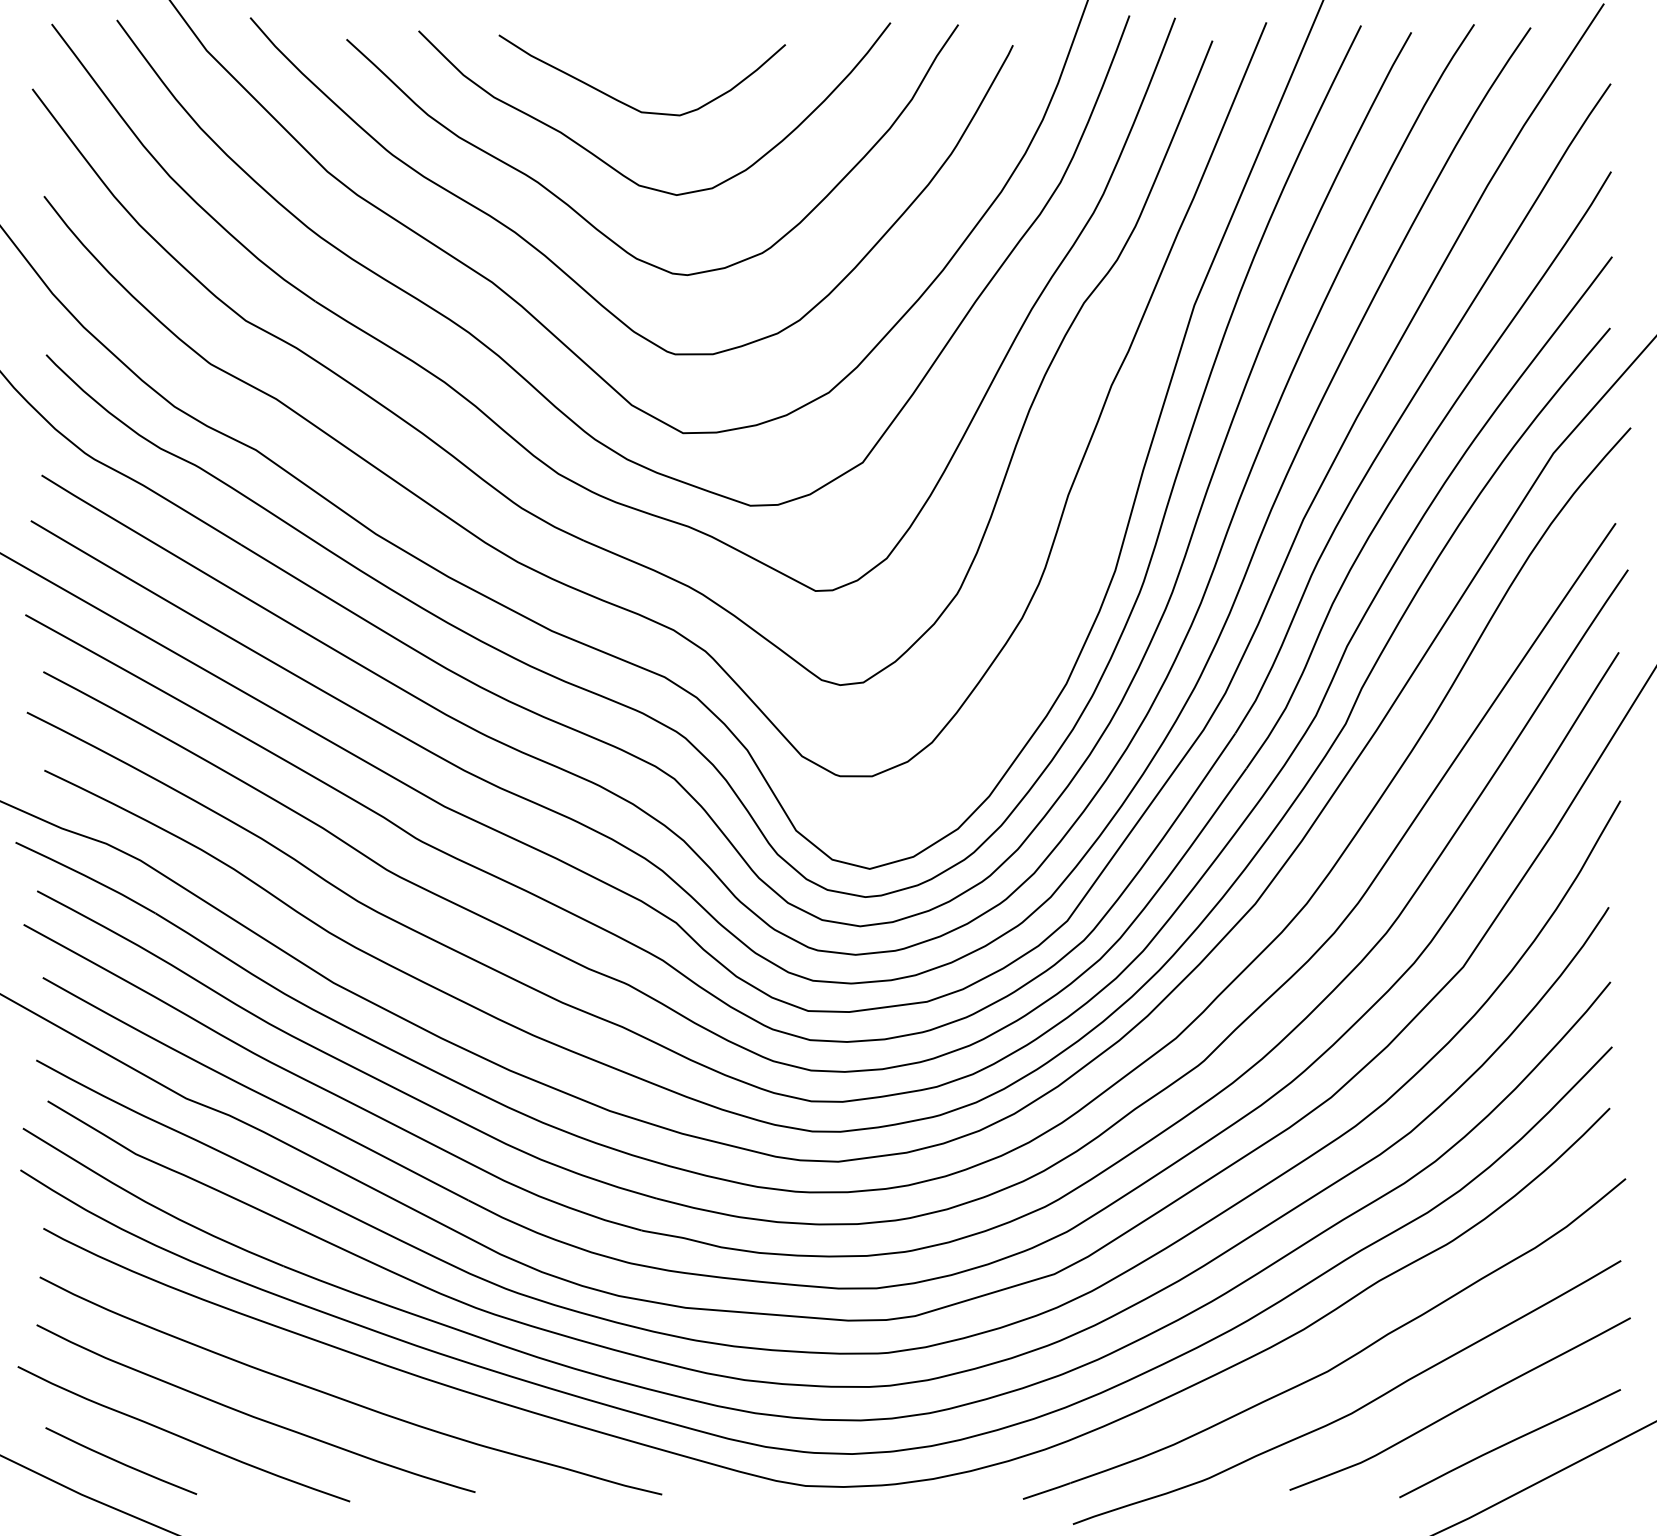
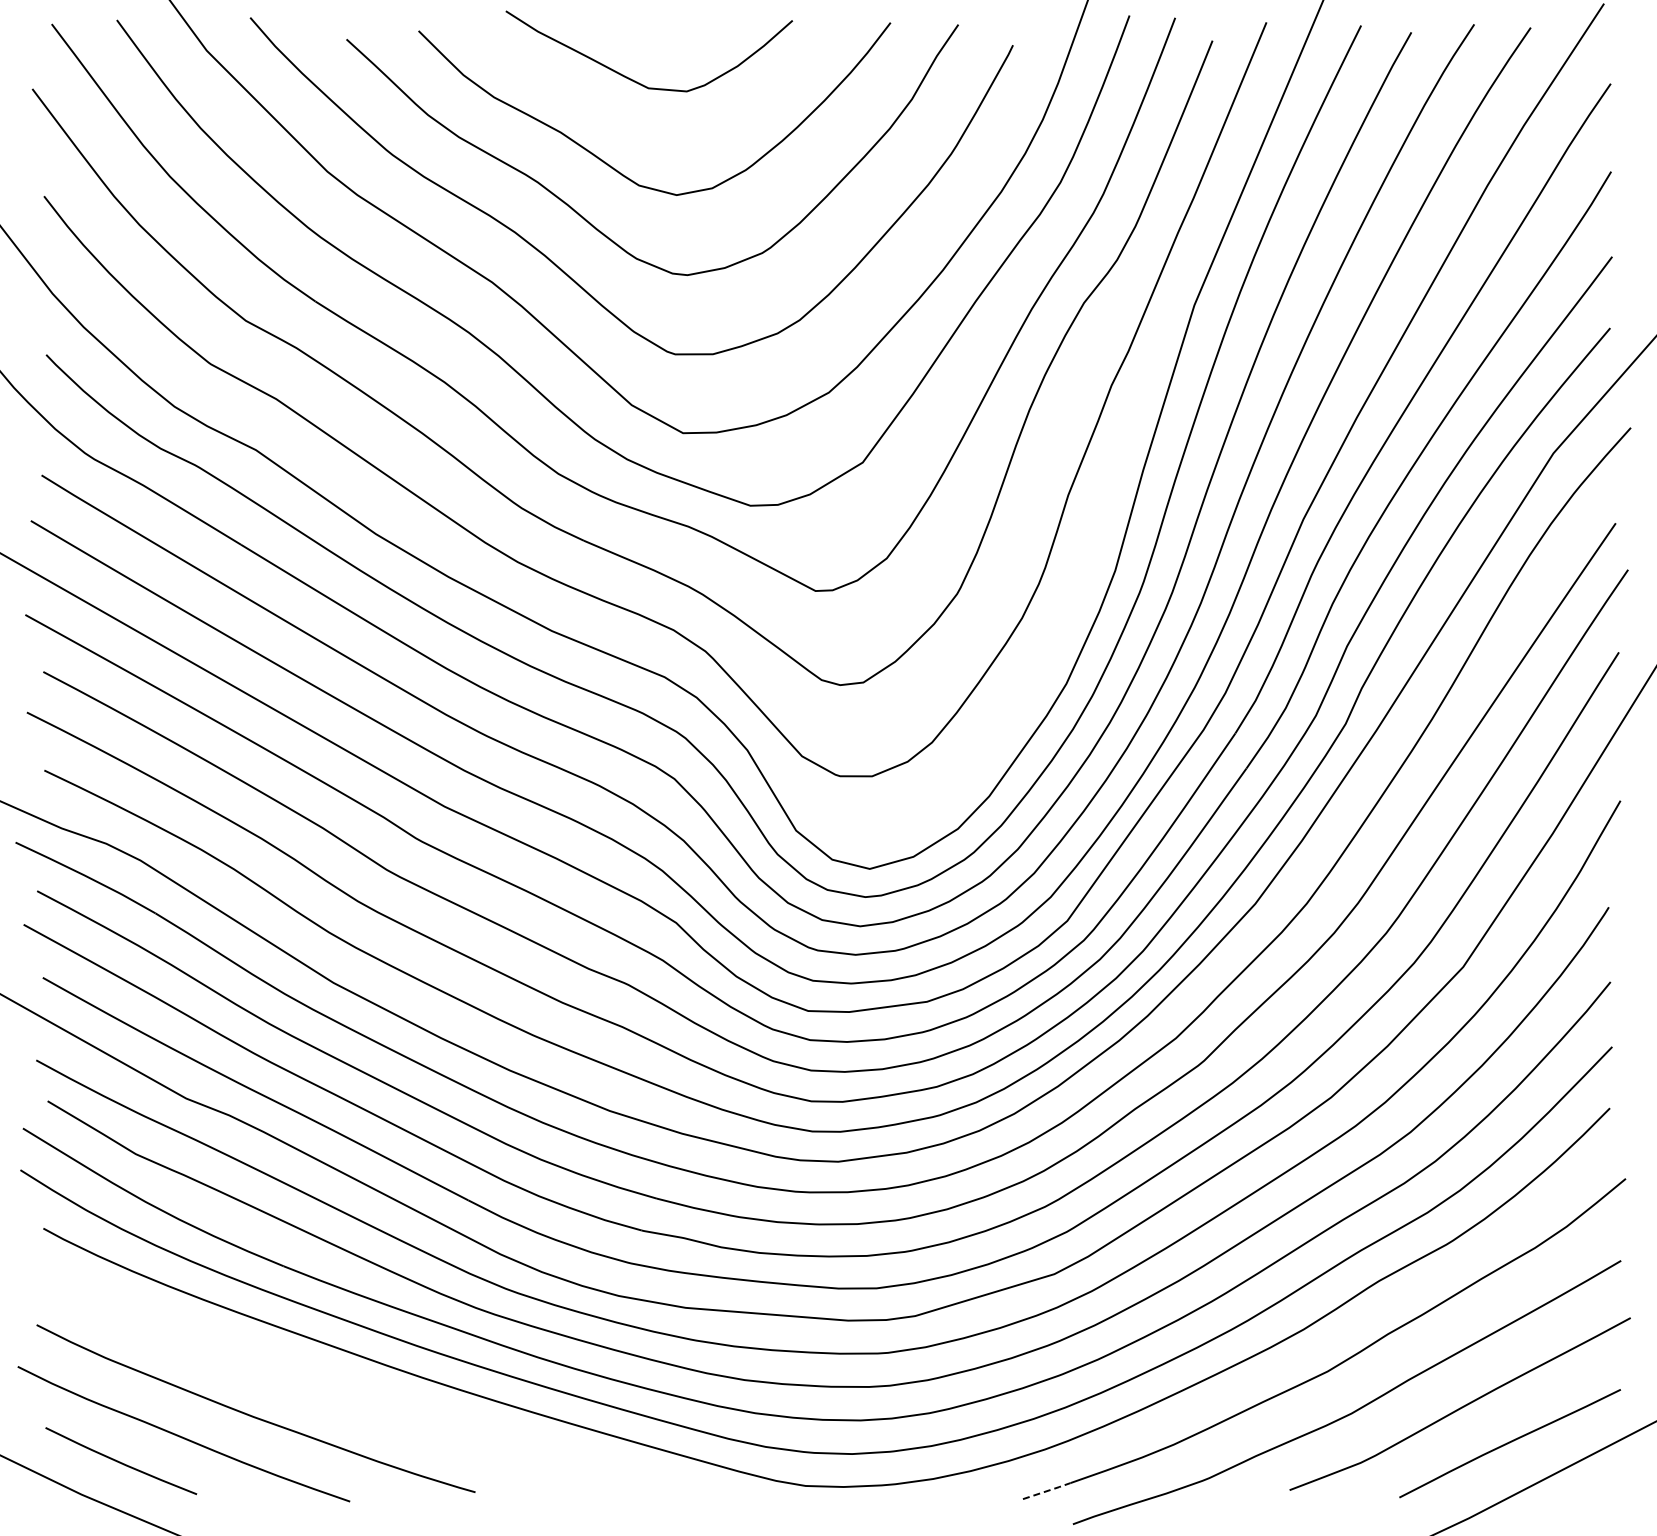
curve at (626, 103) position: (626, 103) -> (633, 79)
curve at (346, 1399): present -> none
line at (1047, 1490): solid -> dashed
